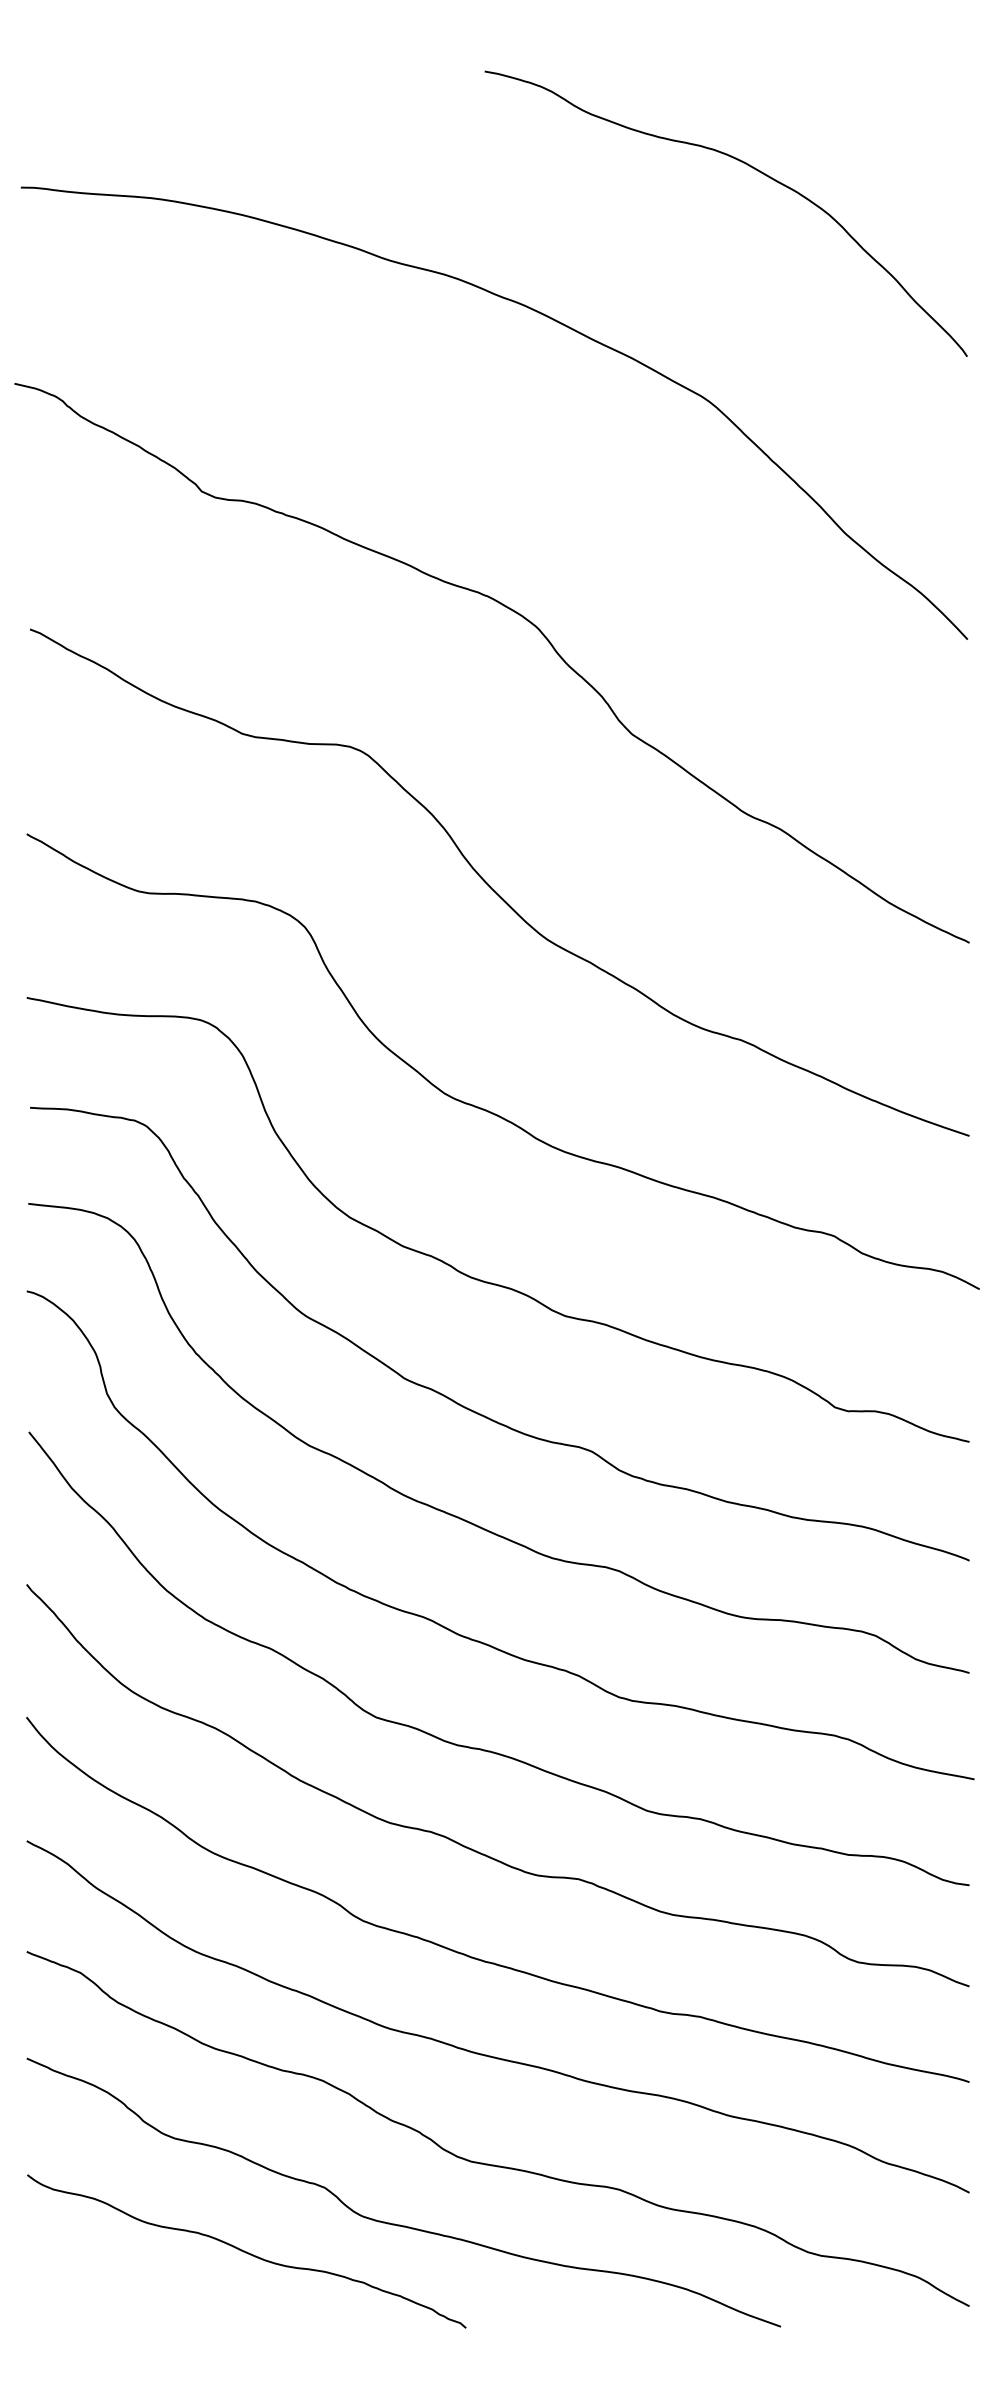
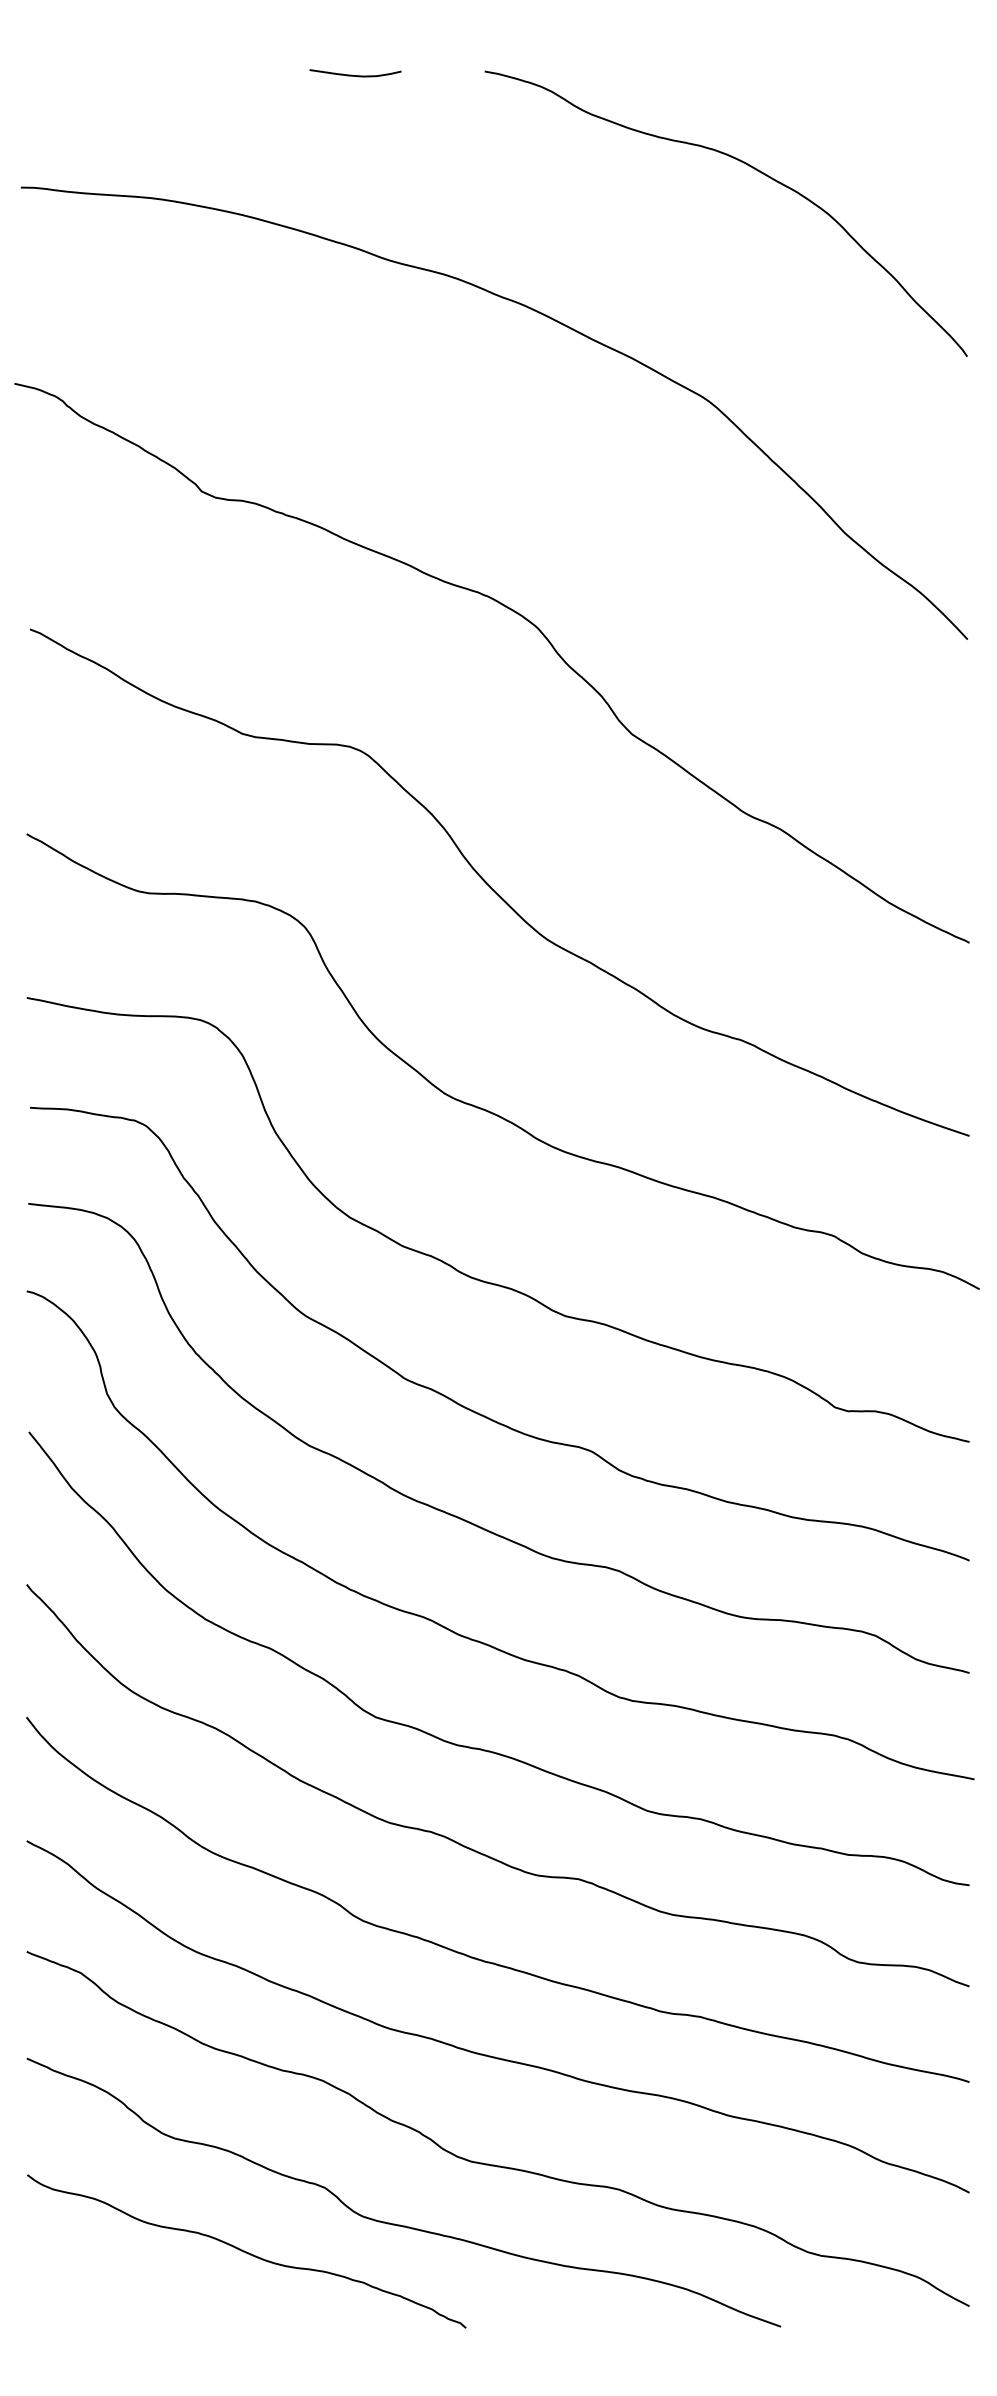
curve at (355, 75): none -> present
